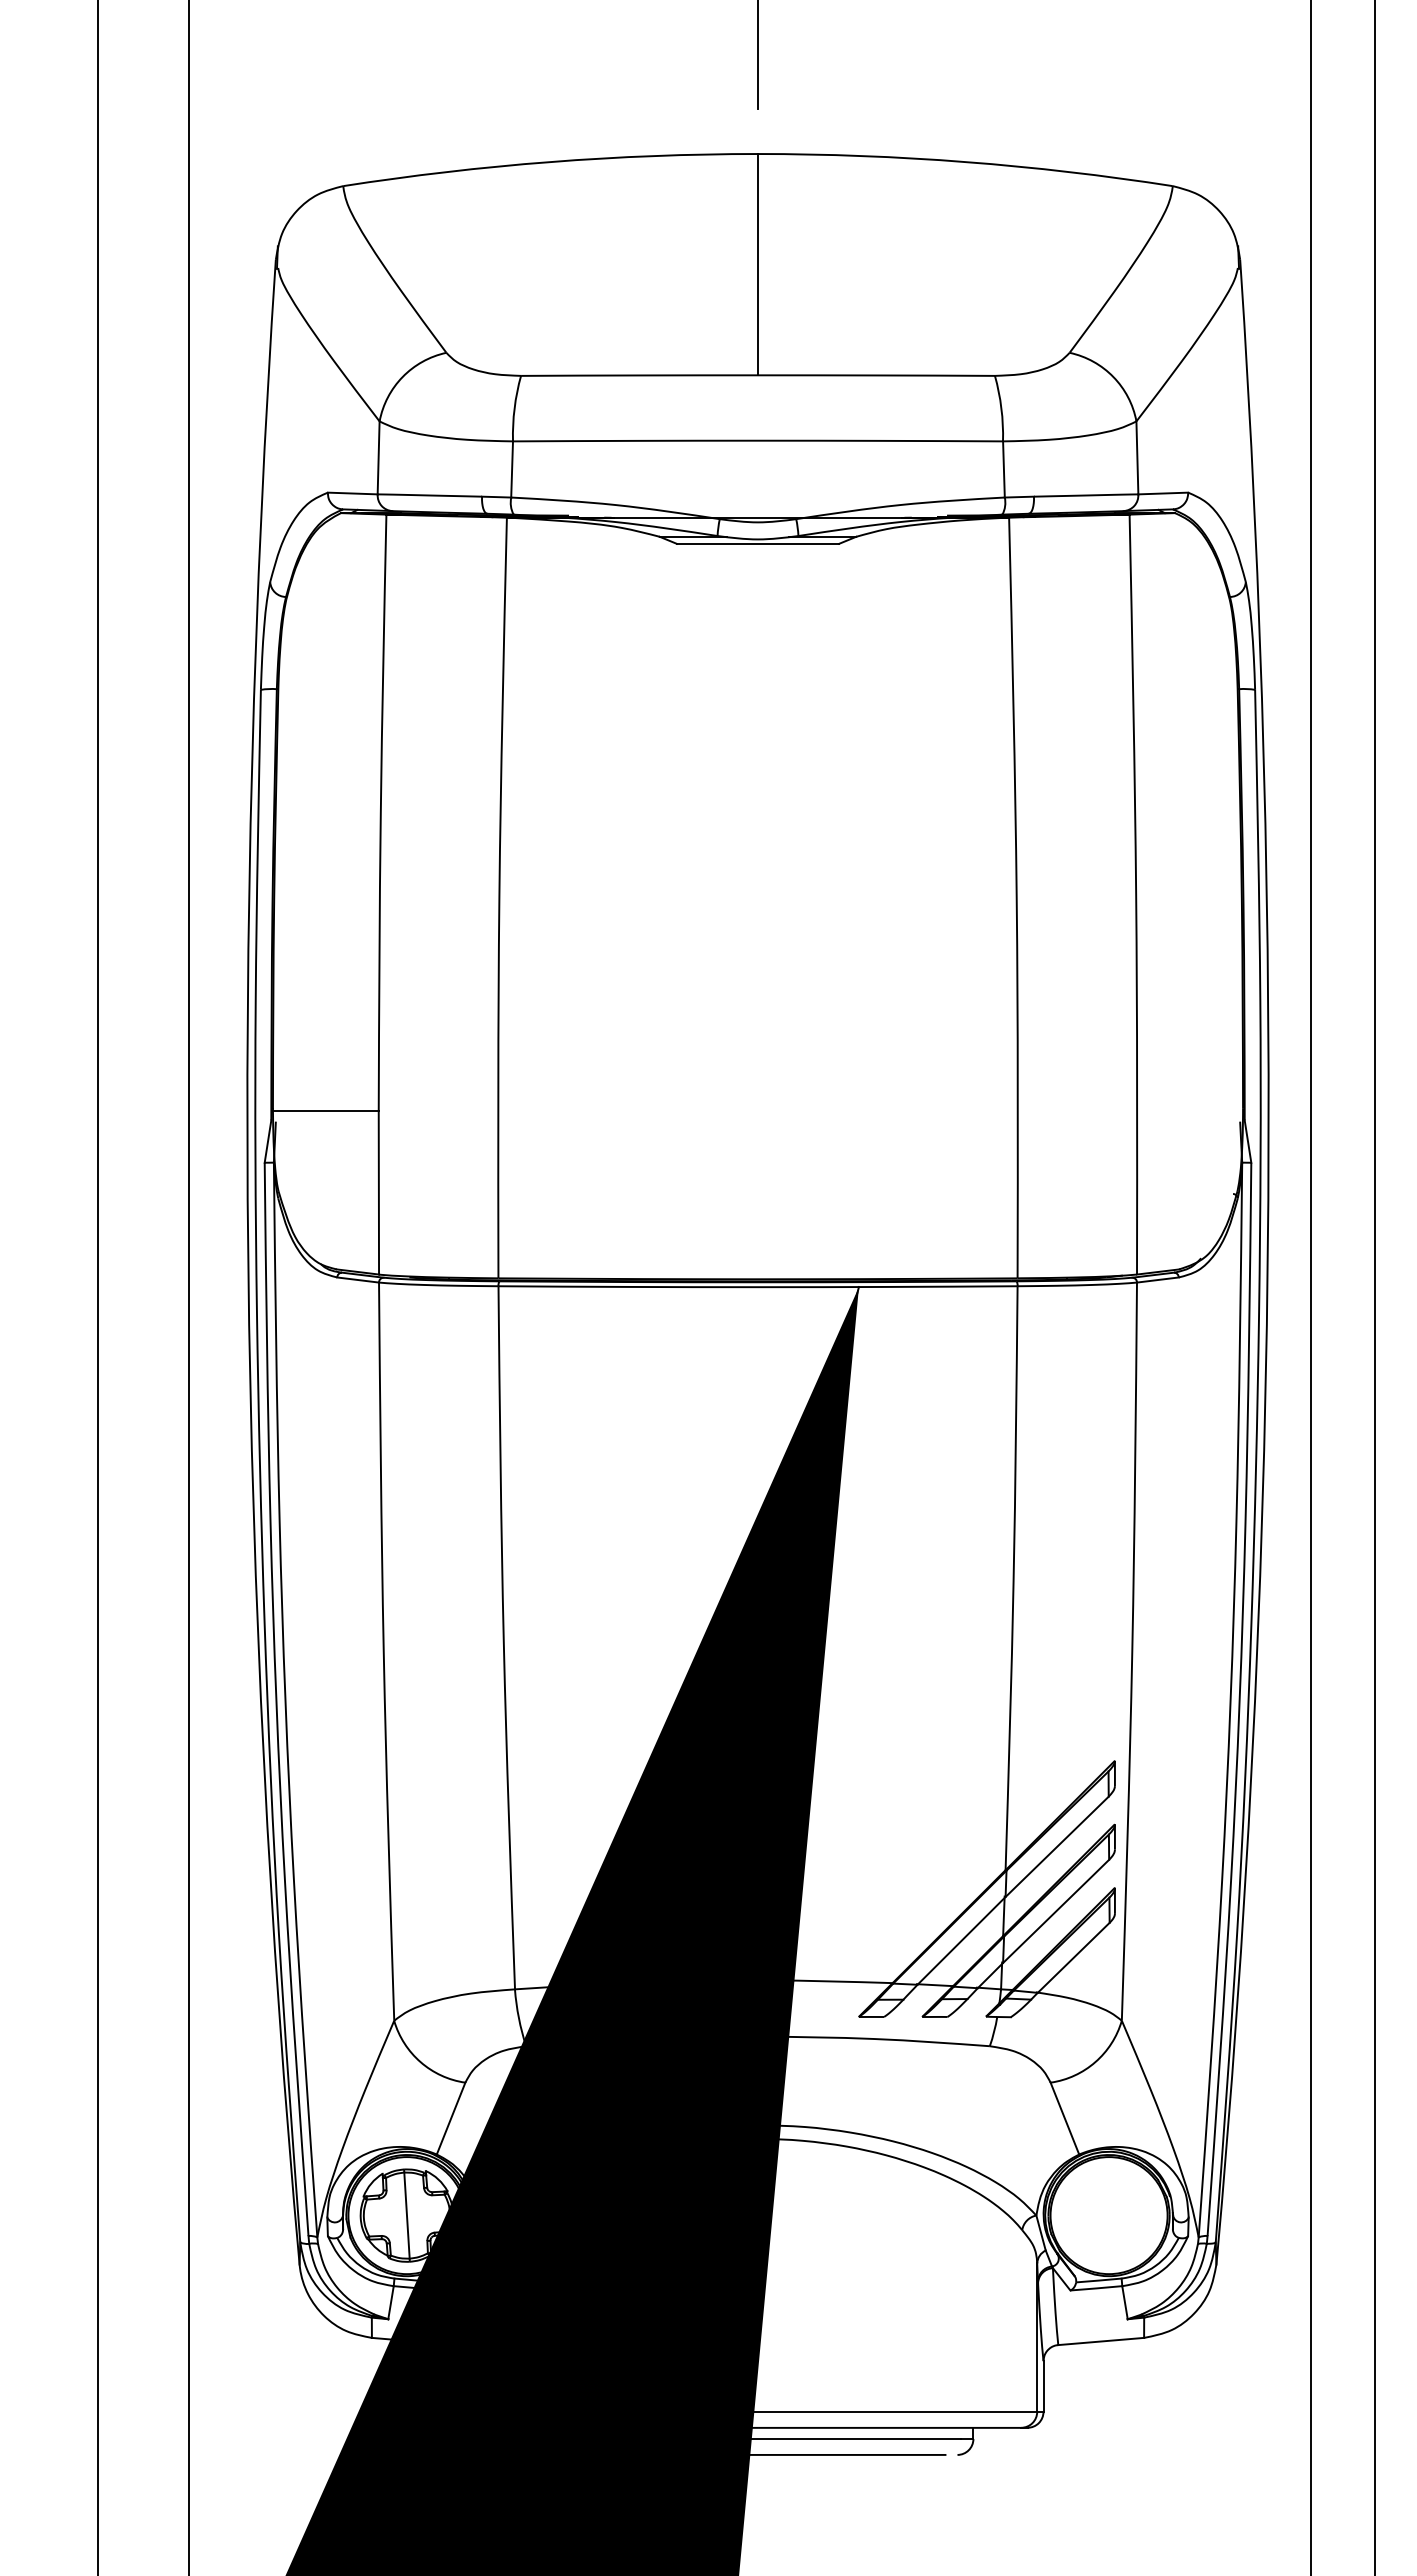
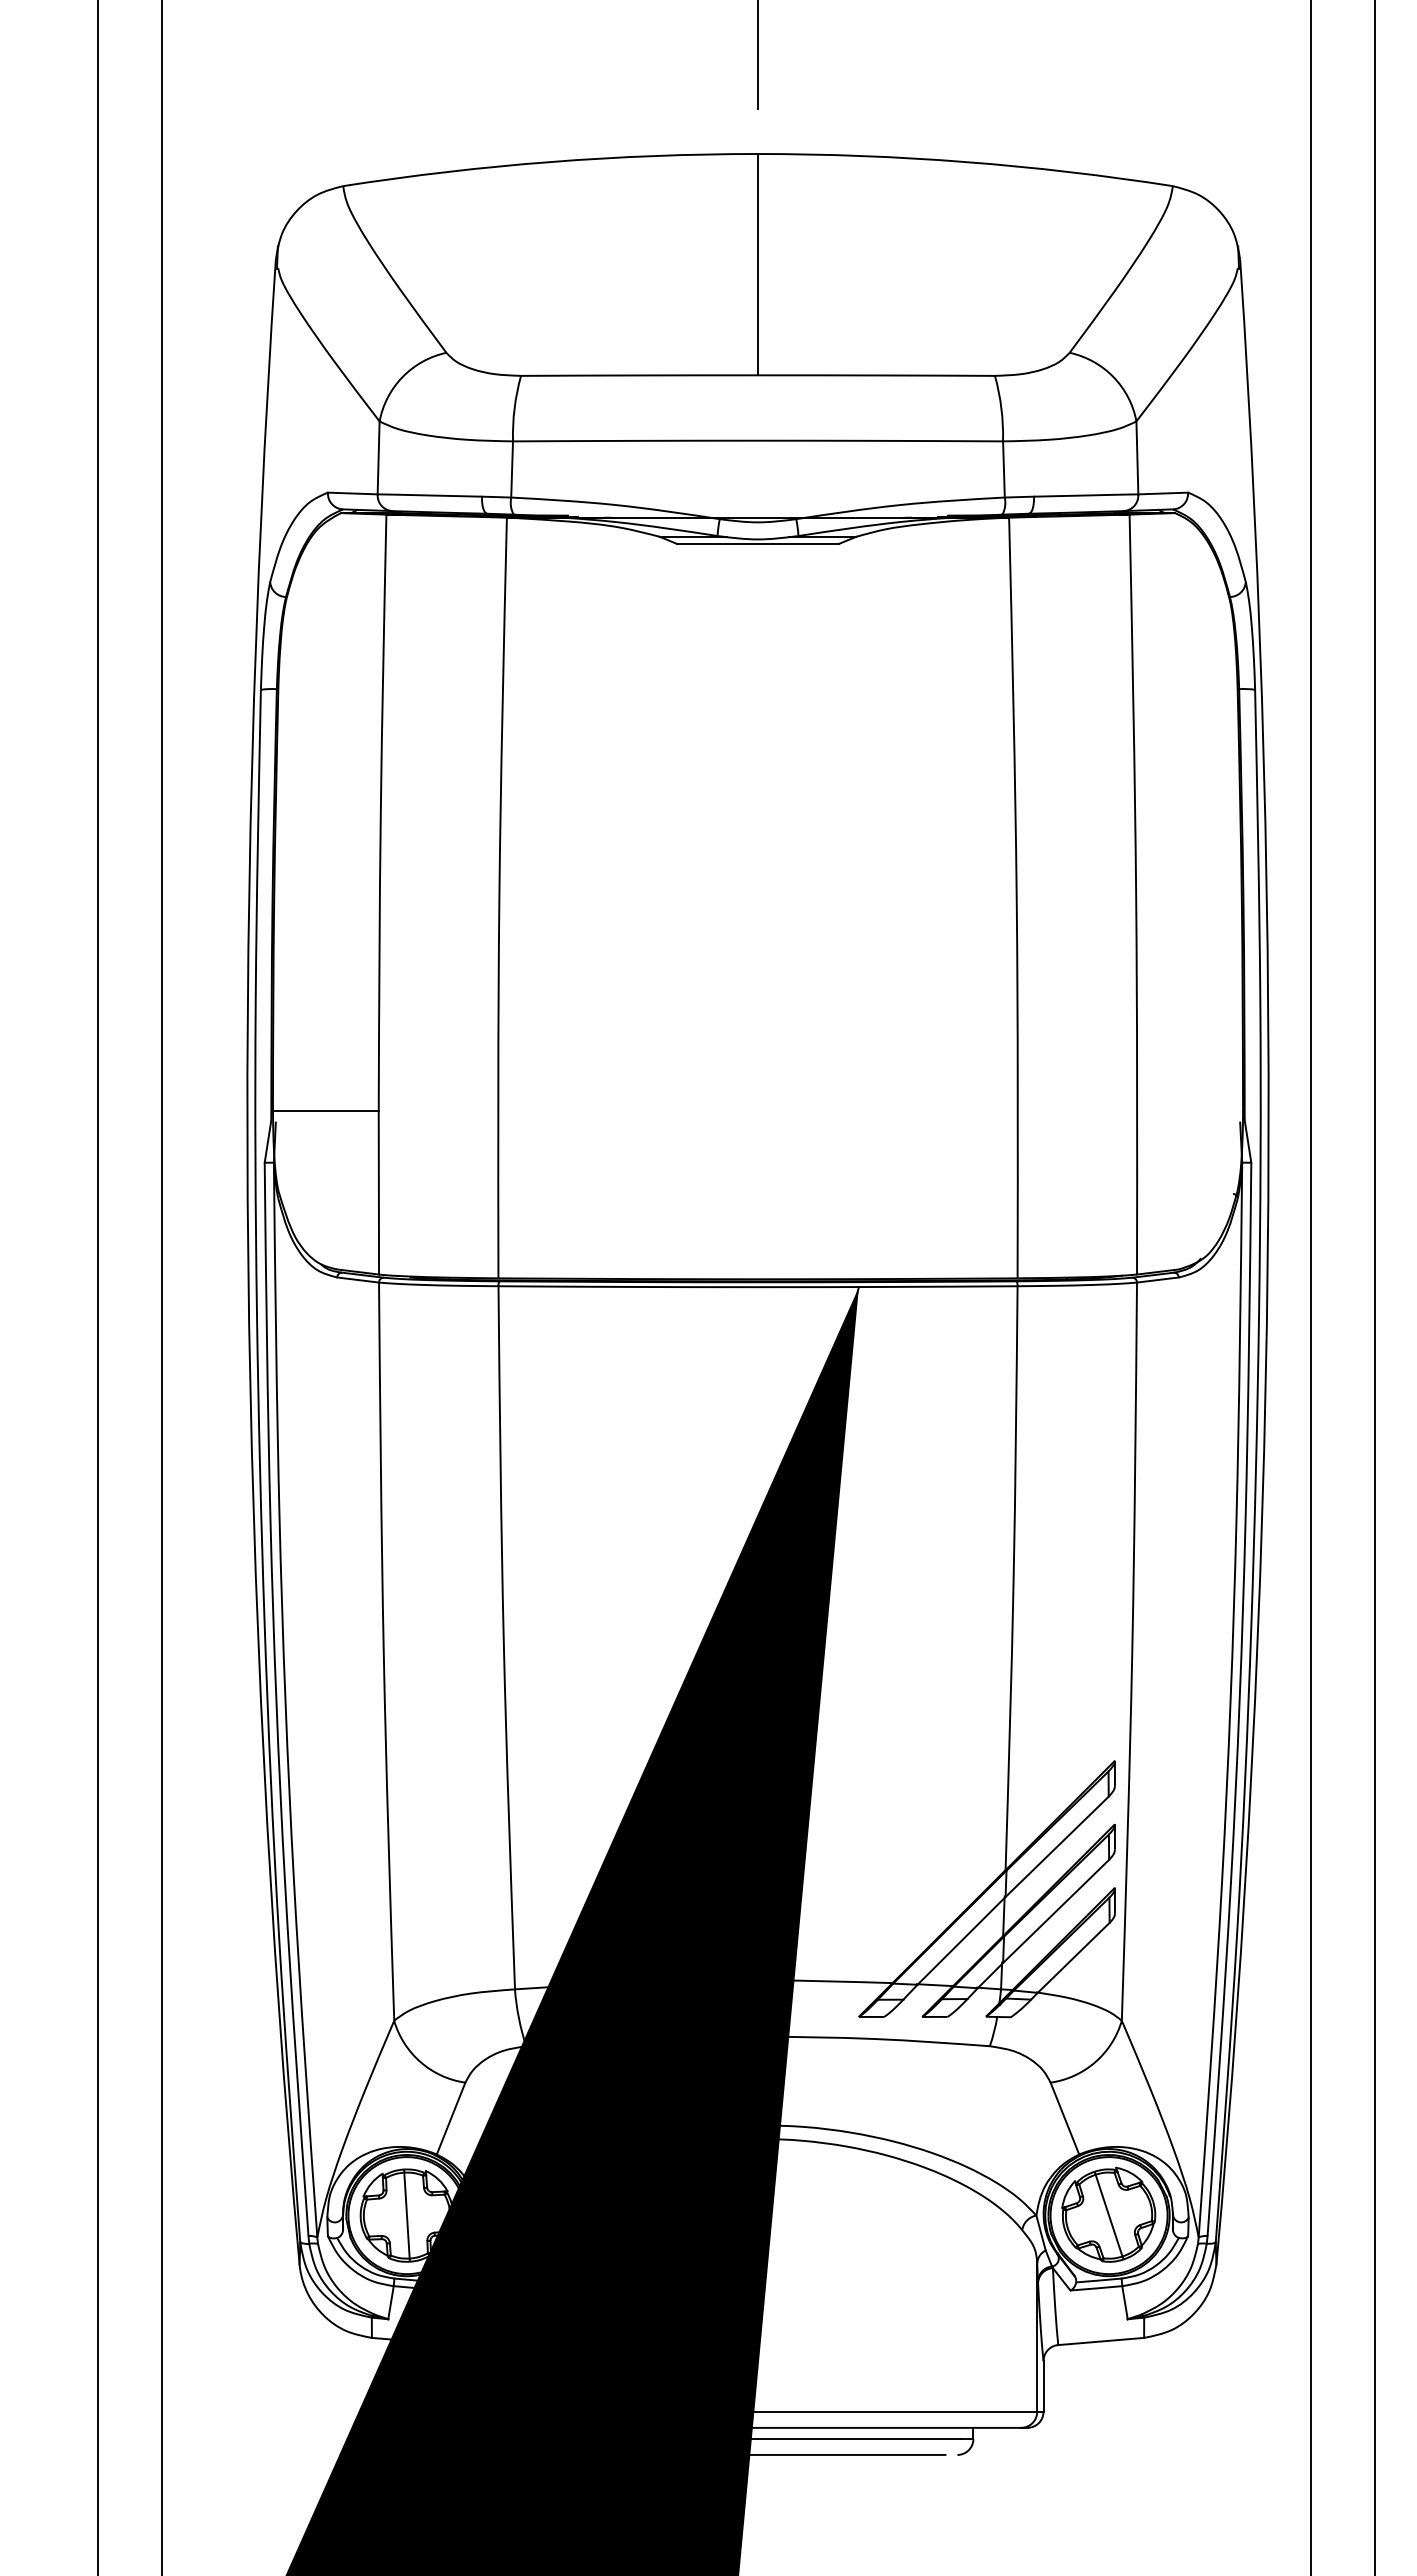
line at (189, 1287) position: (189, 1287) -> (162, 1287)
part at (1108, 2214): none -> present
